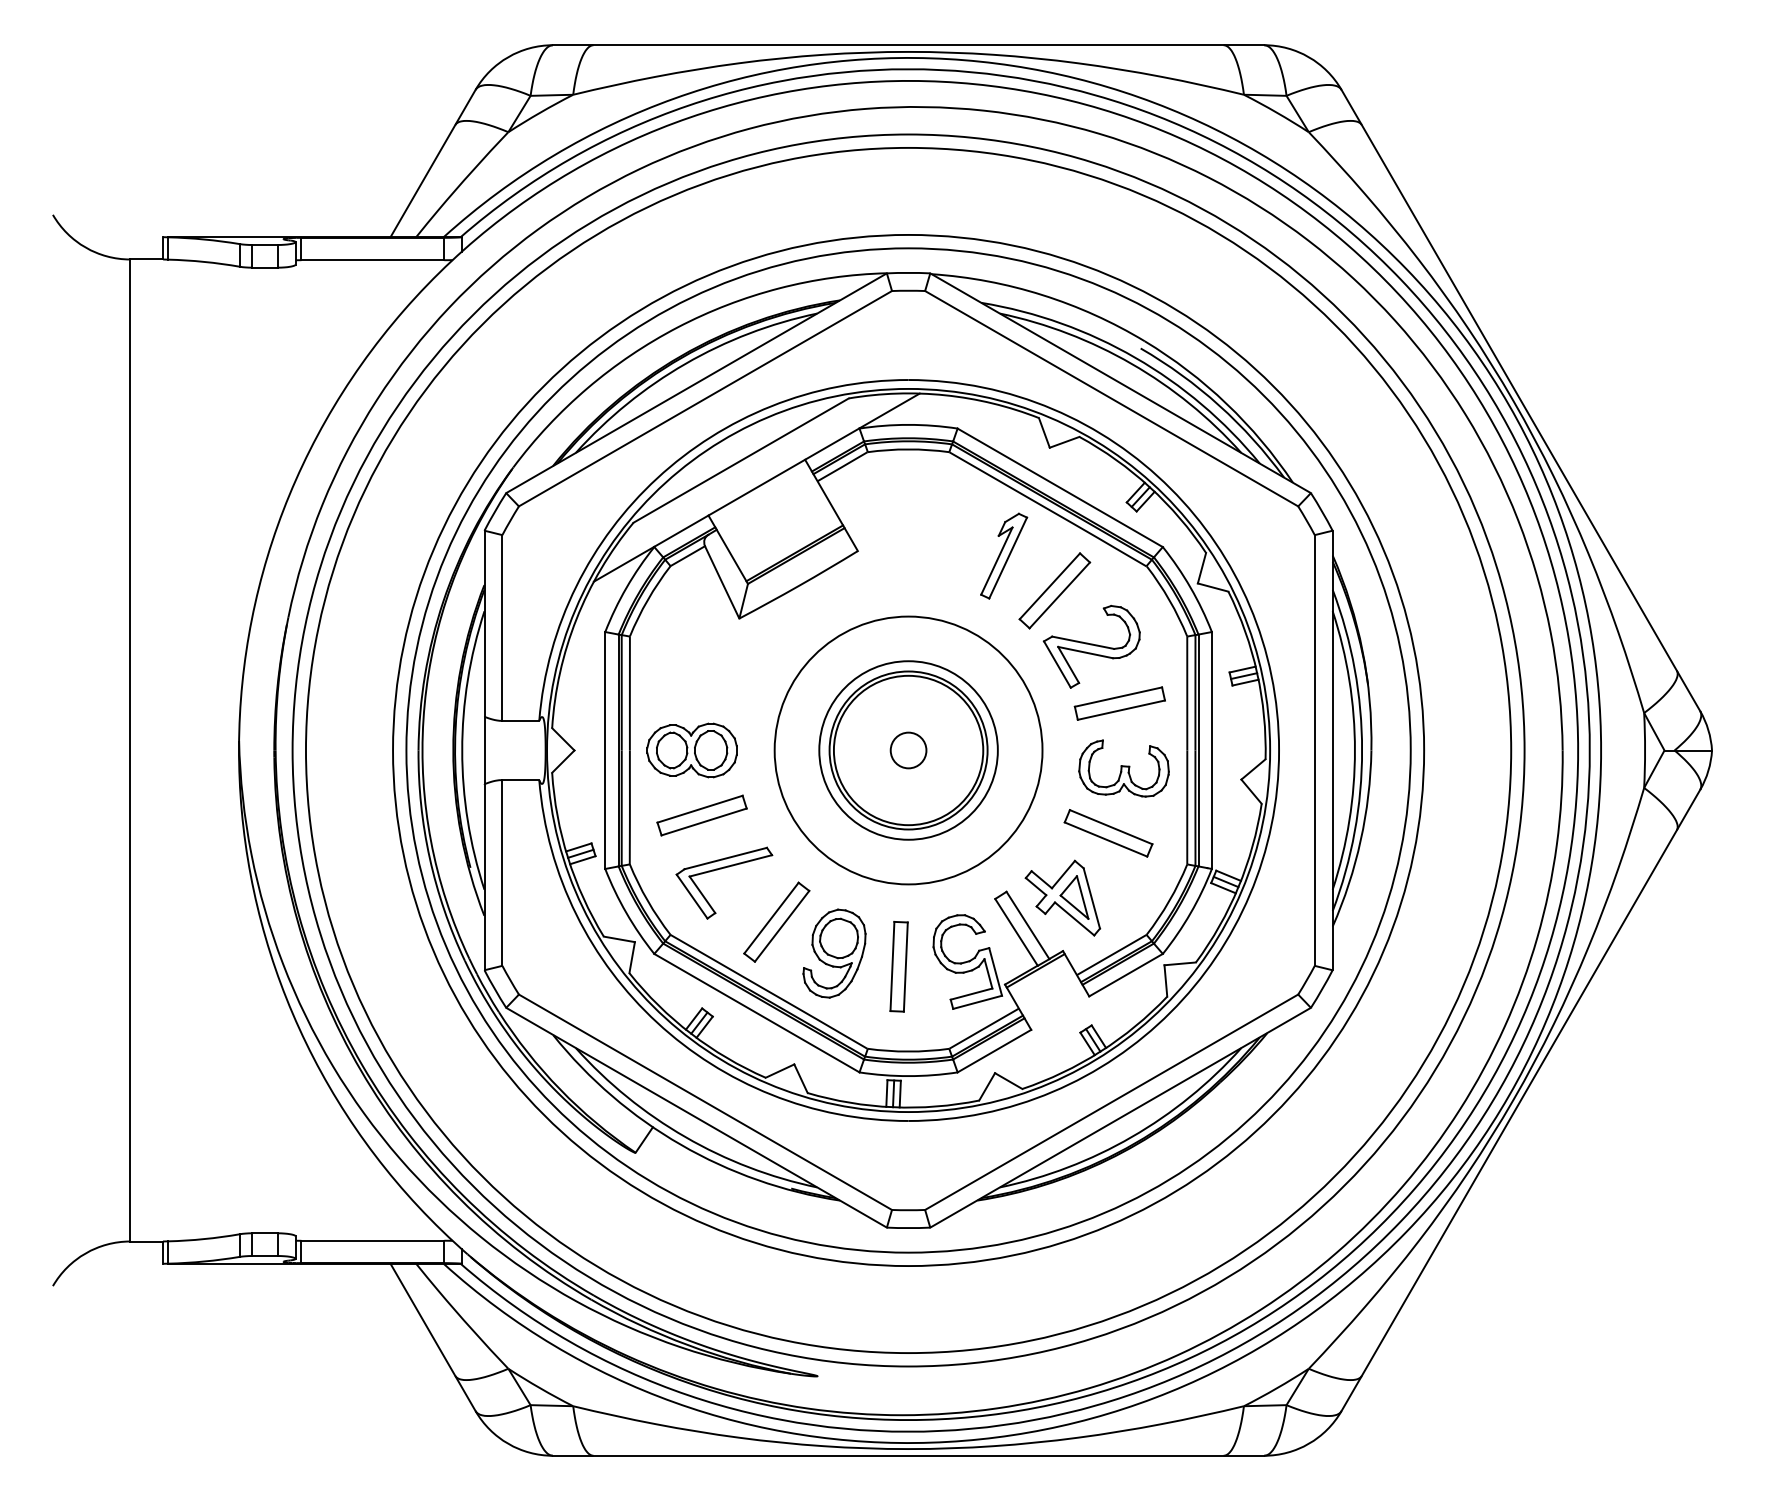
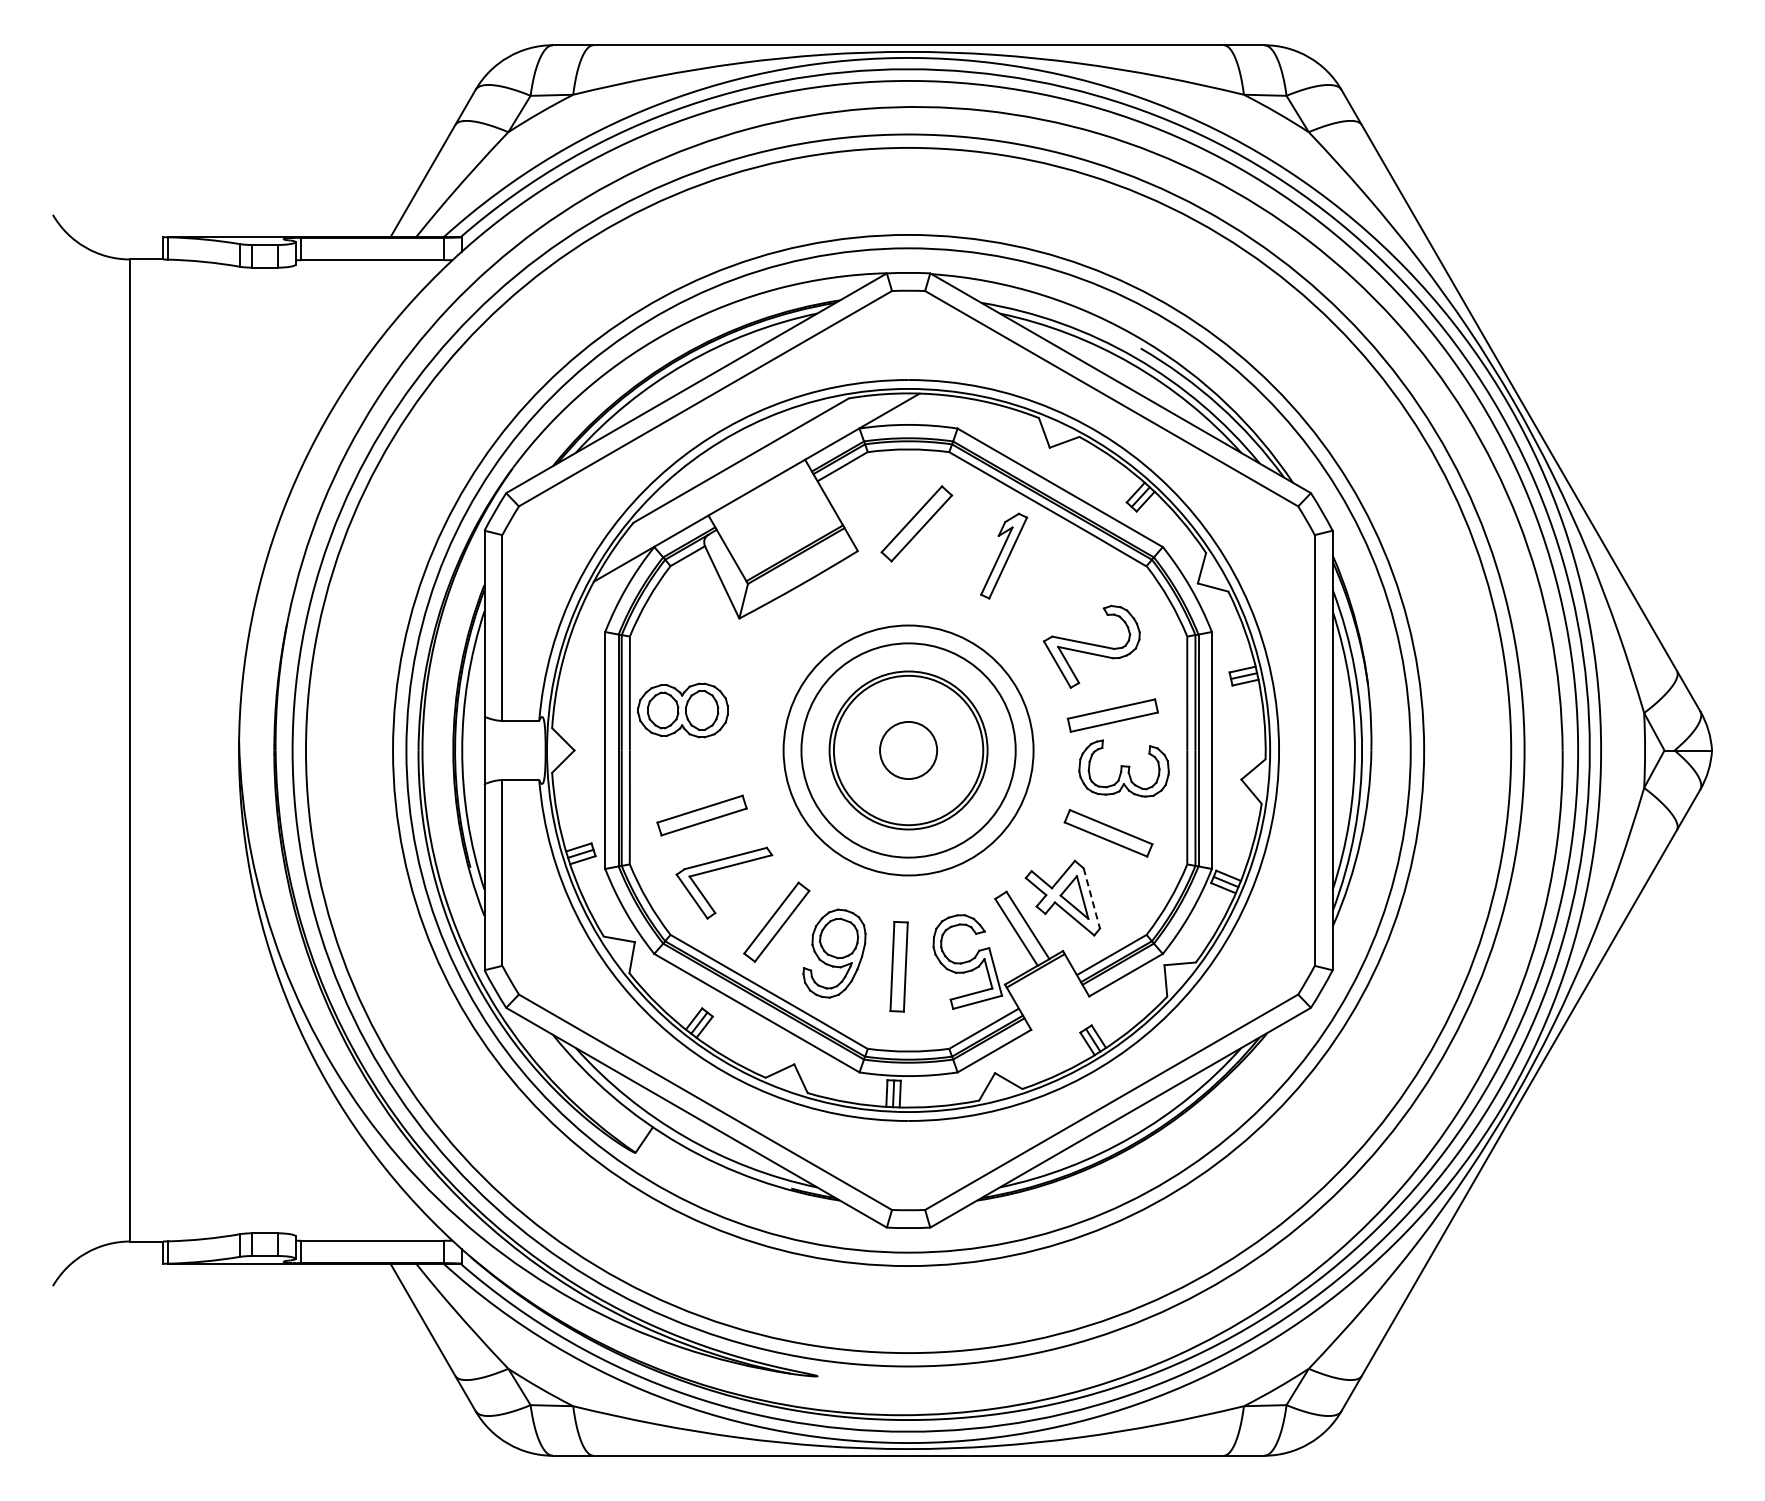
part at (1054, 590) position: (1054, 590) -> (916, 523)
part at (1119, 703) position: (1119, 703) -> (1112, 715)
part at (691, 750) position: (691, 750) -> (682, 710)
circle at (908, 750) diameter: 179 px -> 250 px
circle at (908, 750) diameter: 268 px -> 214 px
circle at (908, 750) diameter: 36 px -> 57 px
line at (1091, 898): solid -> dashed
